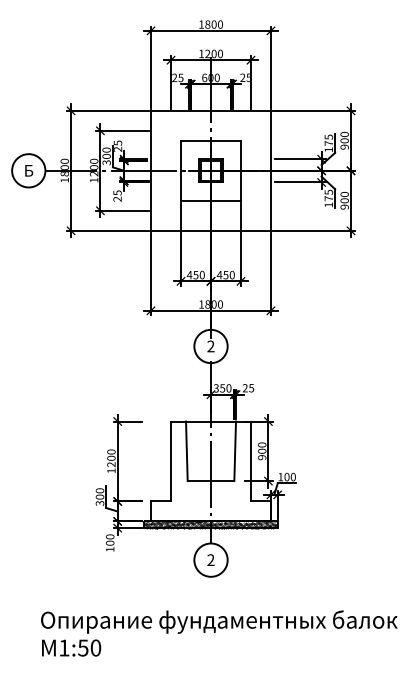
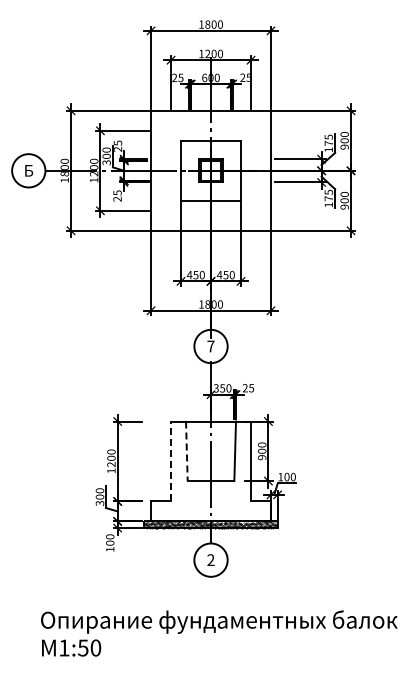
text at (210, 346): 2 -> 7
line at (186, 451): solid -> dashed
line at (171, 461): solid -> dashed
